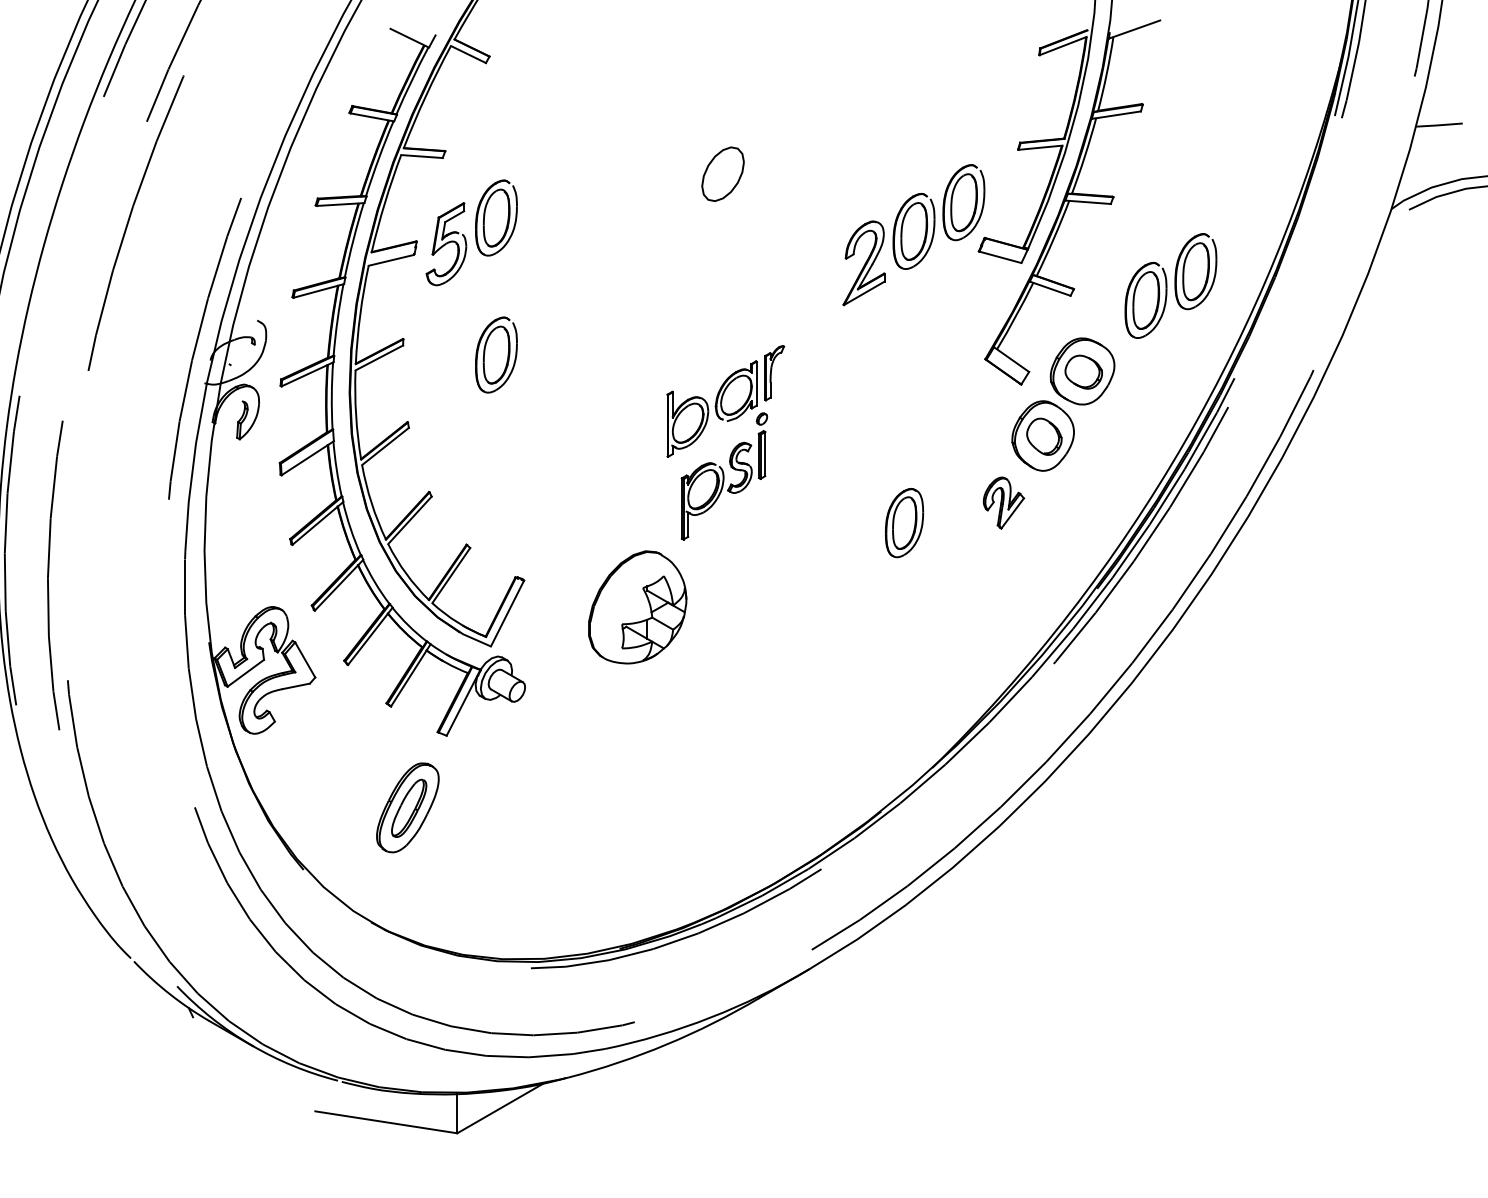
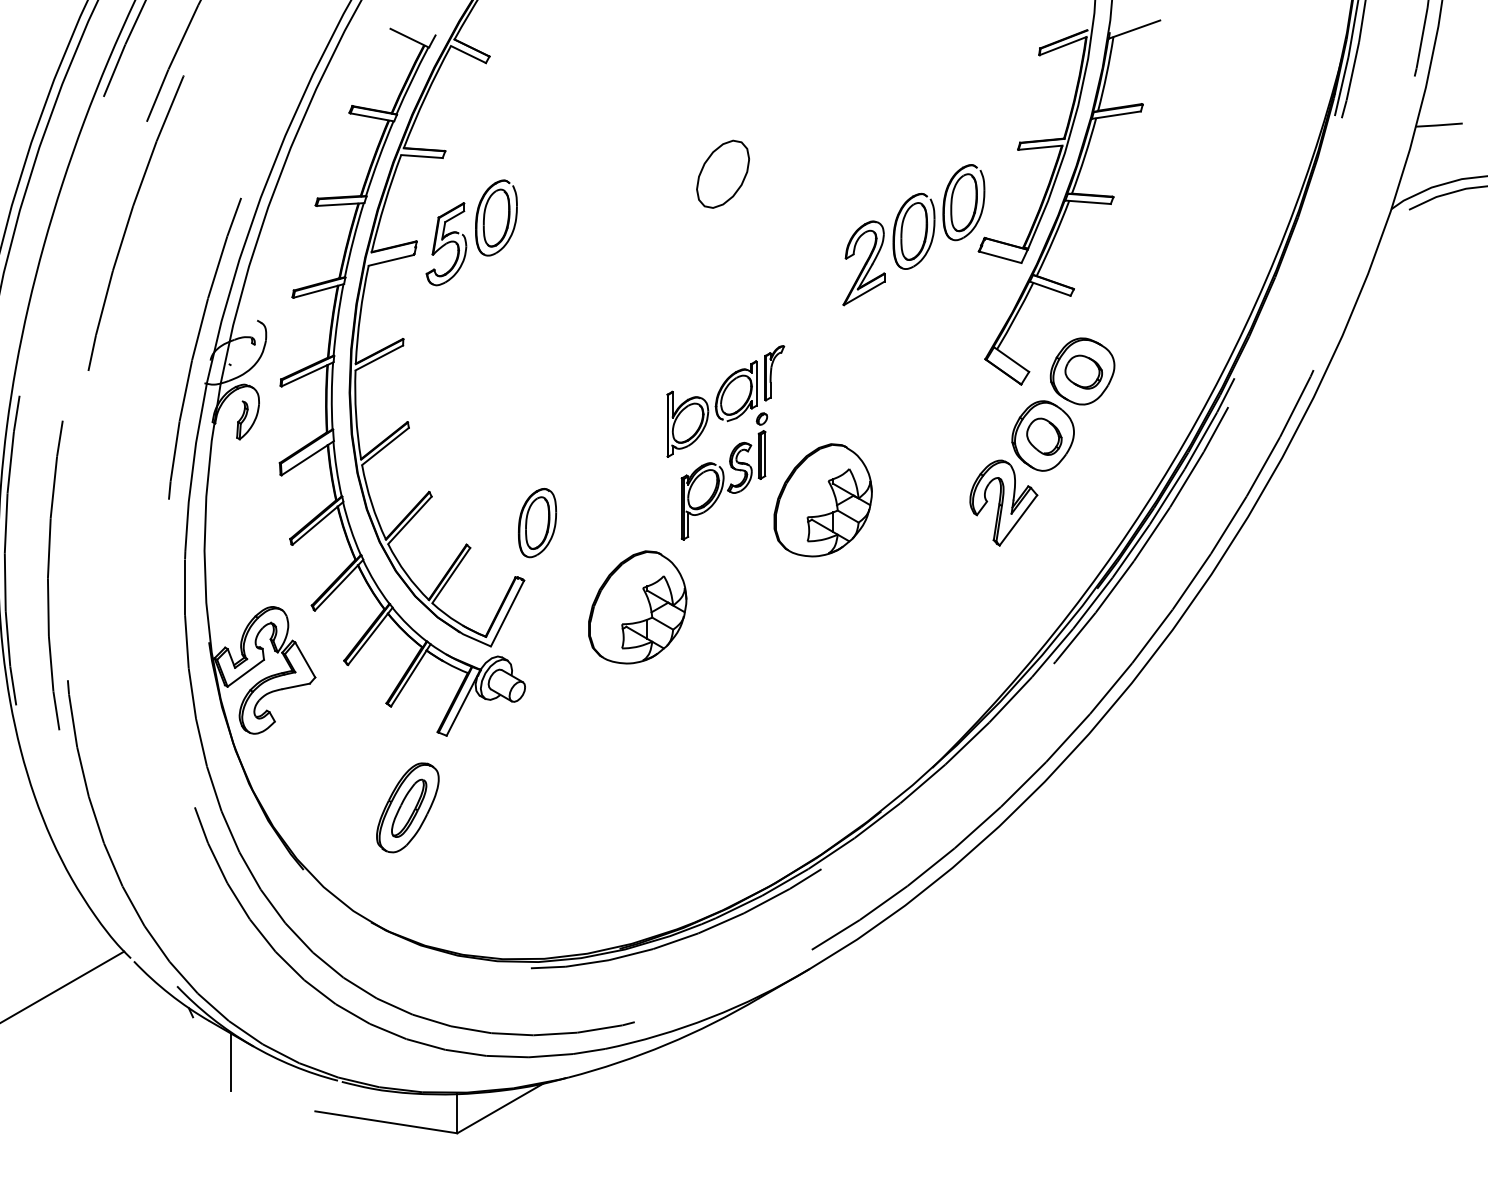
part at (722, 173) size: 44x56 px -> 54x70 px
part at (1170, 285): present -> none
part at (496, 354): present -> none
part at (822, 500): none -> present
part at (1003, 502) size: 44x54 px -> 70x88 px
part at (904, 523) position: (904, 523) -> (537, 523)
line at (63, 986): none -> present
line at (230, 1061): none -> present
